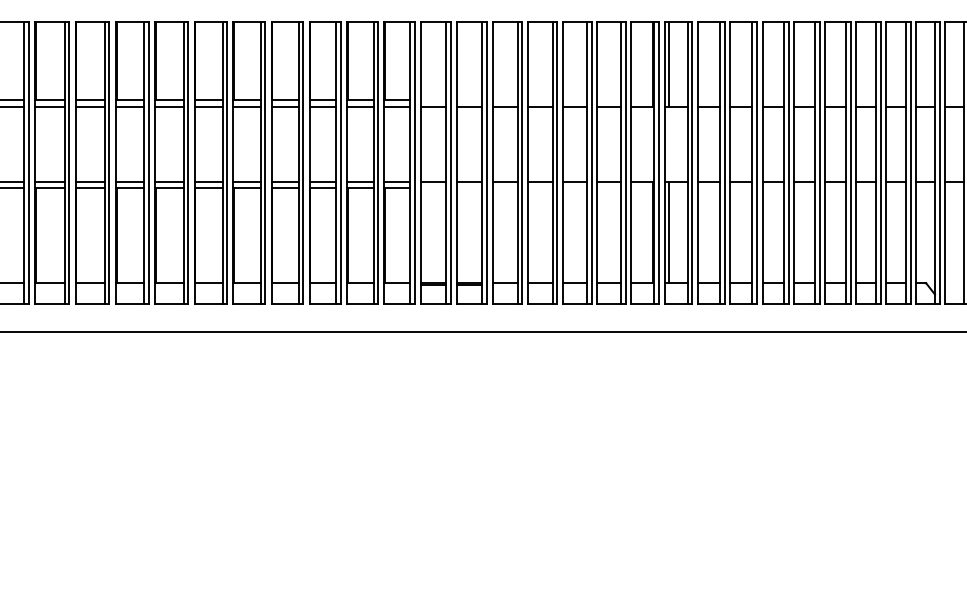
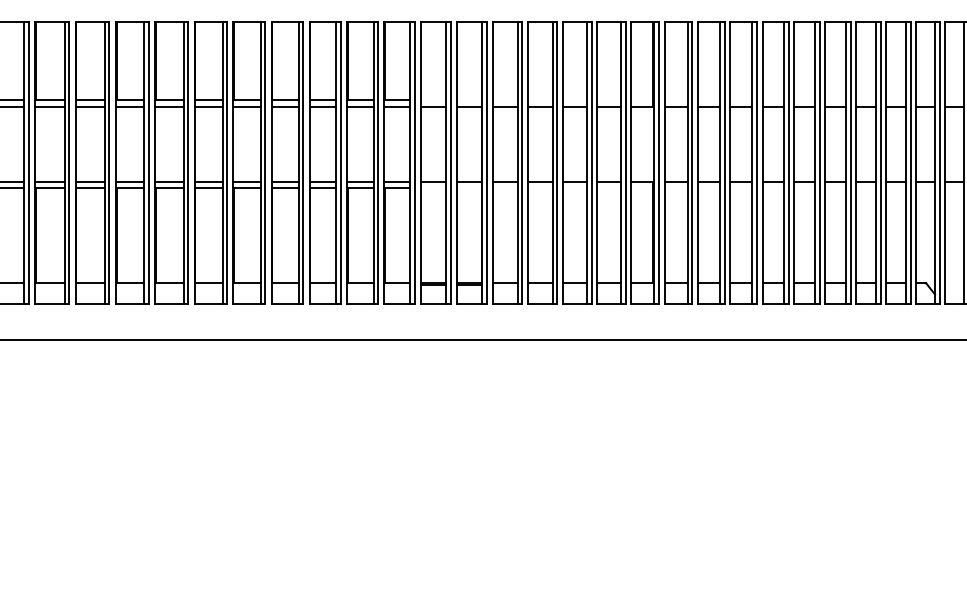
line at (669, 64): present -> none
line at (669, 232): present -> none
line at (482, 332) position: (482, 332) -> (482, 340)
